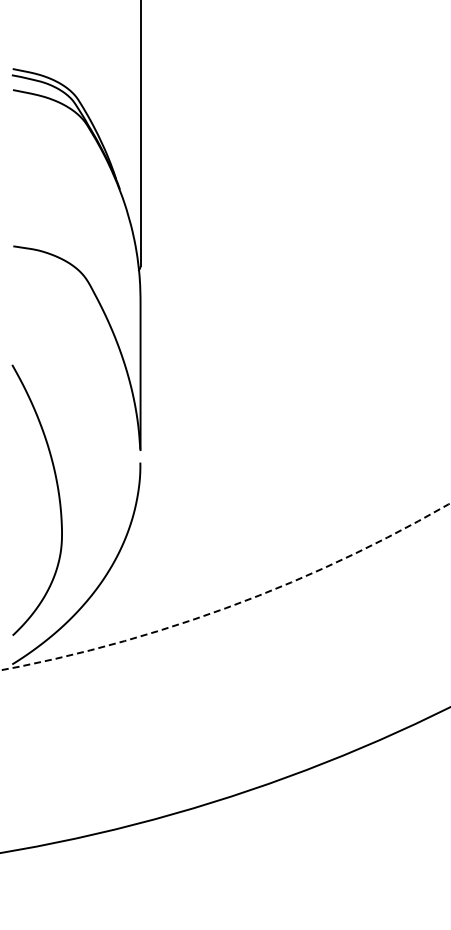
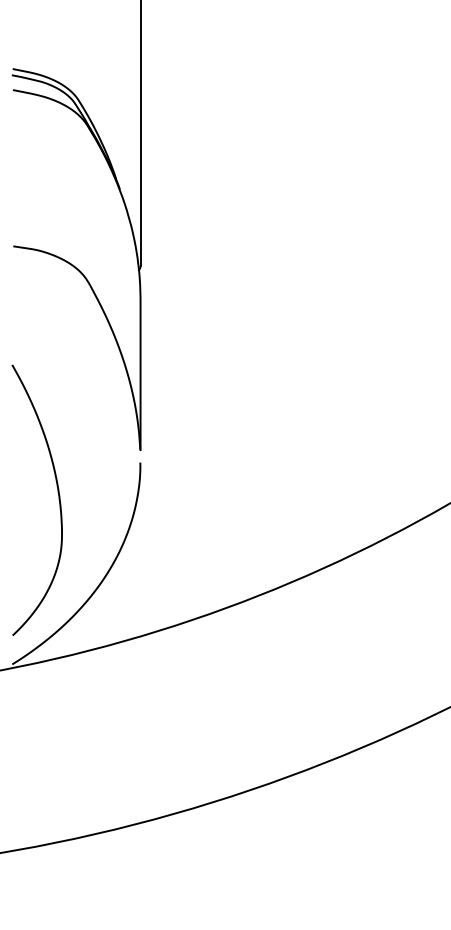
circle at (225, 586): dashed -> solid
